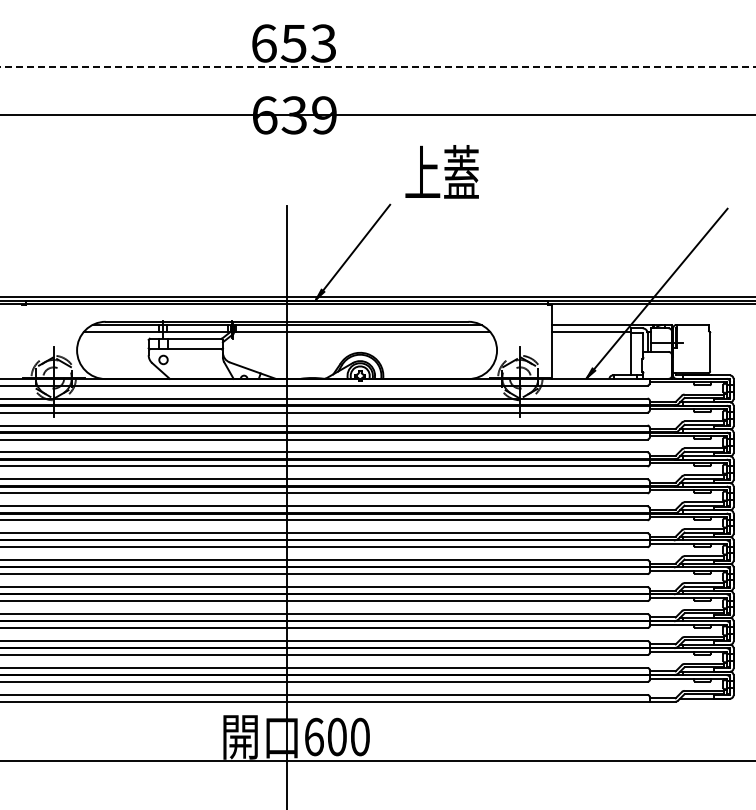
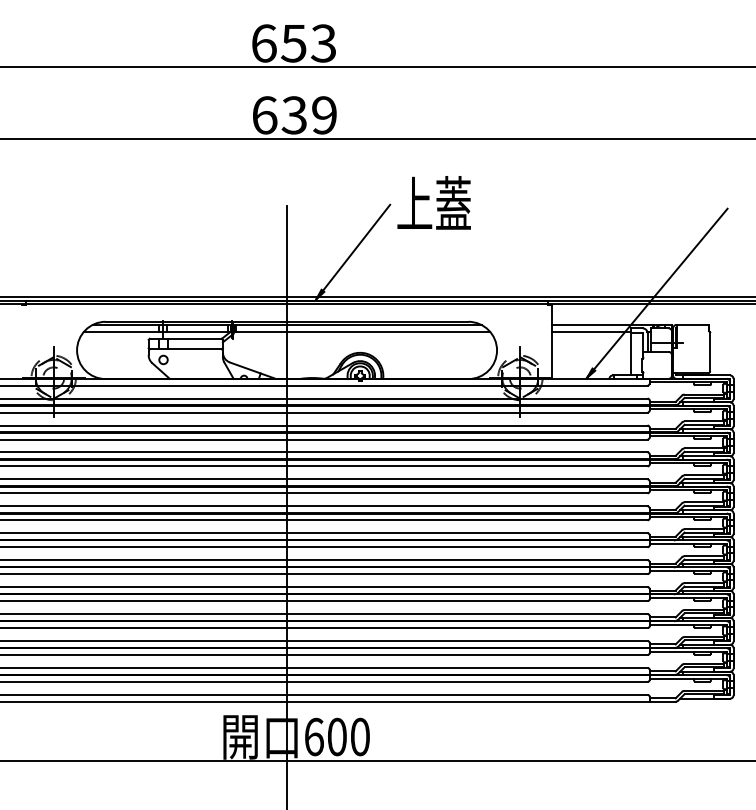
line at (378, 67): dashed -> solid
line at (377, 115) position: (377, 115) -> (377, 139)
text at (441, 171) position: (441, 171) -> (433, 202)
